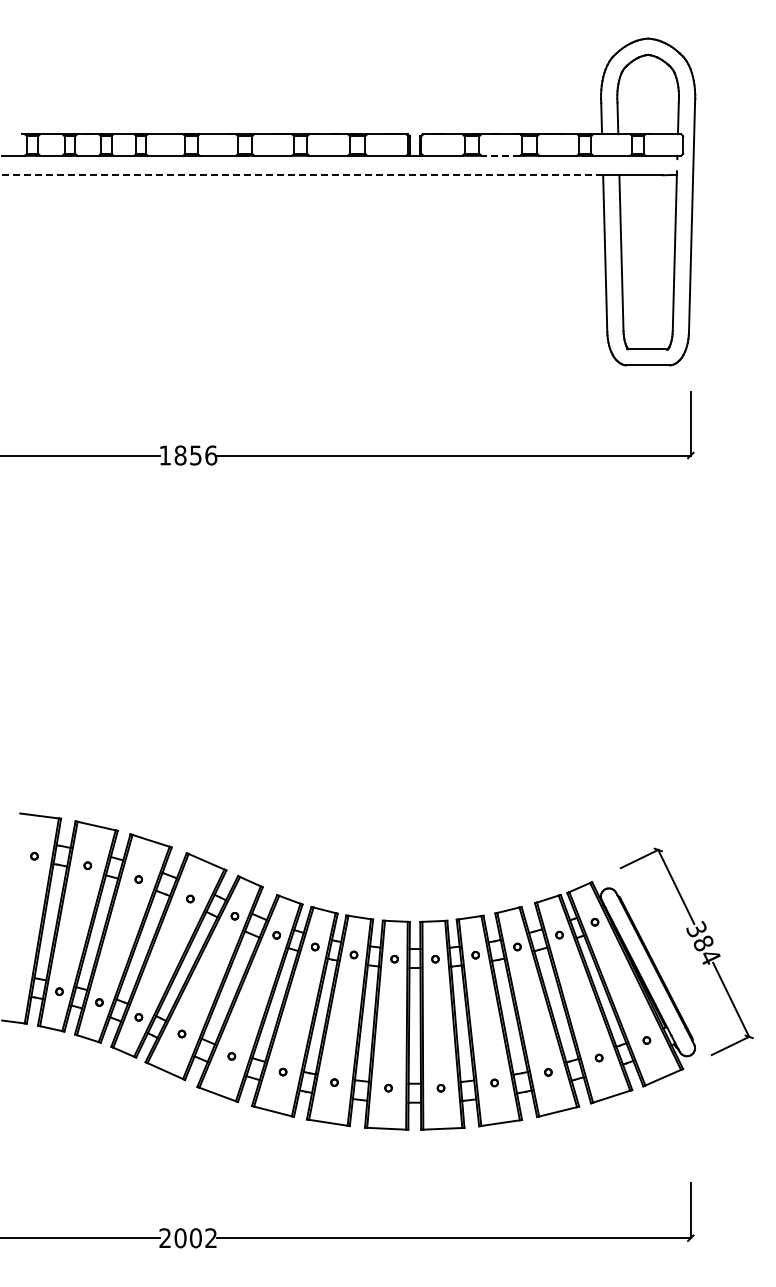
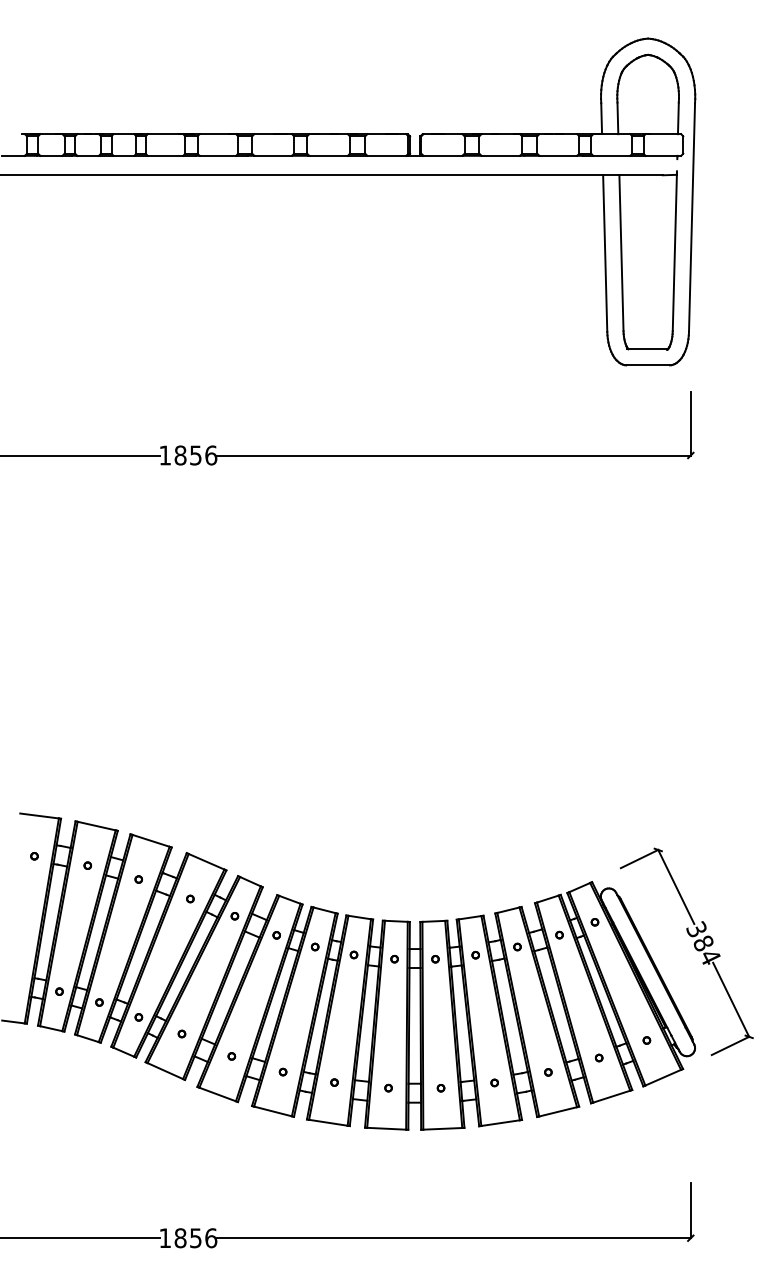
line at (500, 155): dashed -> solid
line at (301, 175): dashed -> solid
text at (188, 1238): 2002 -> 1856
